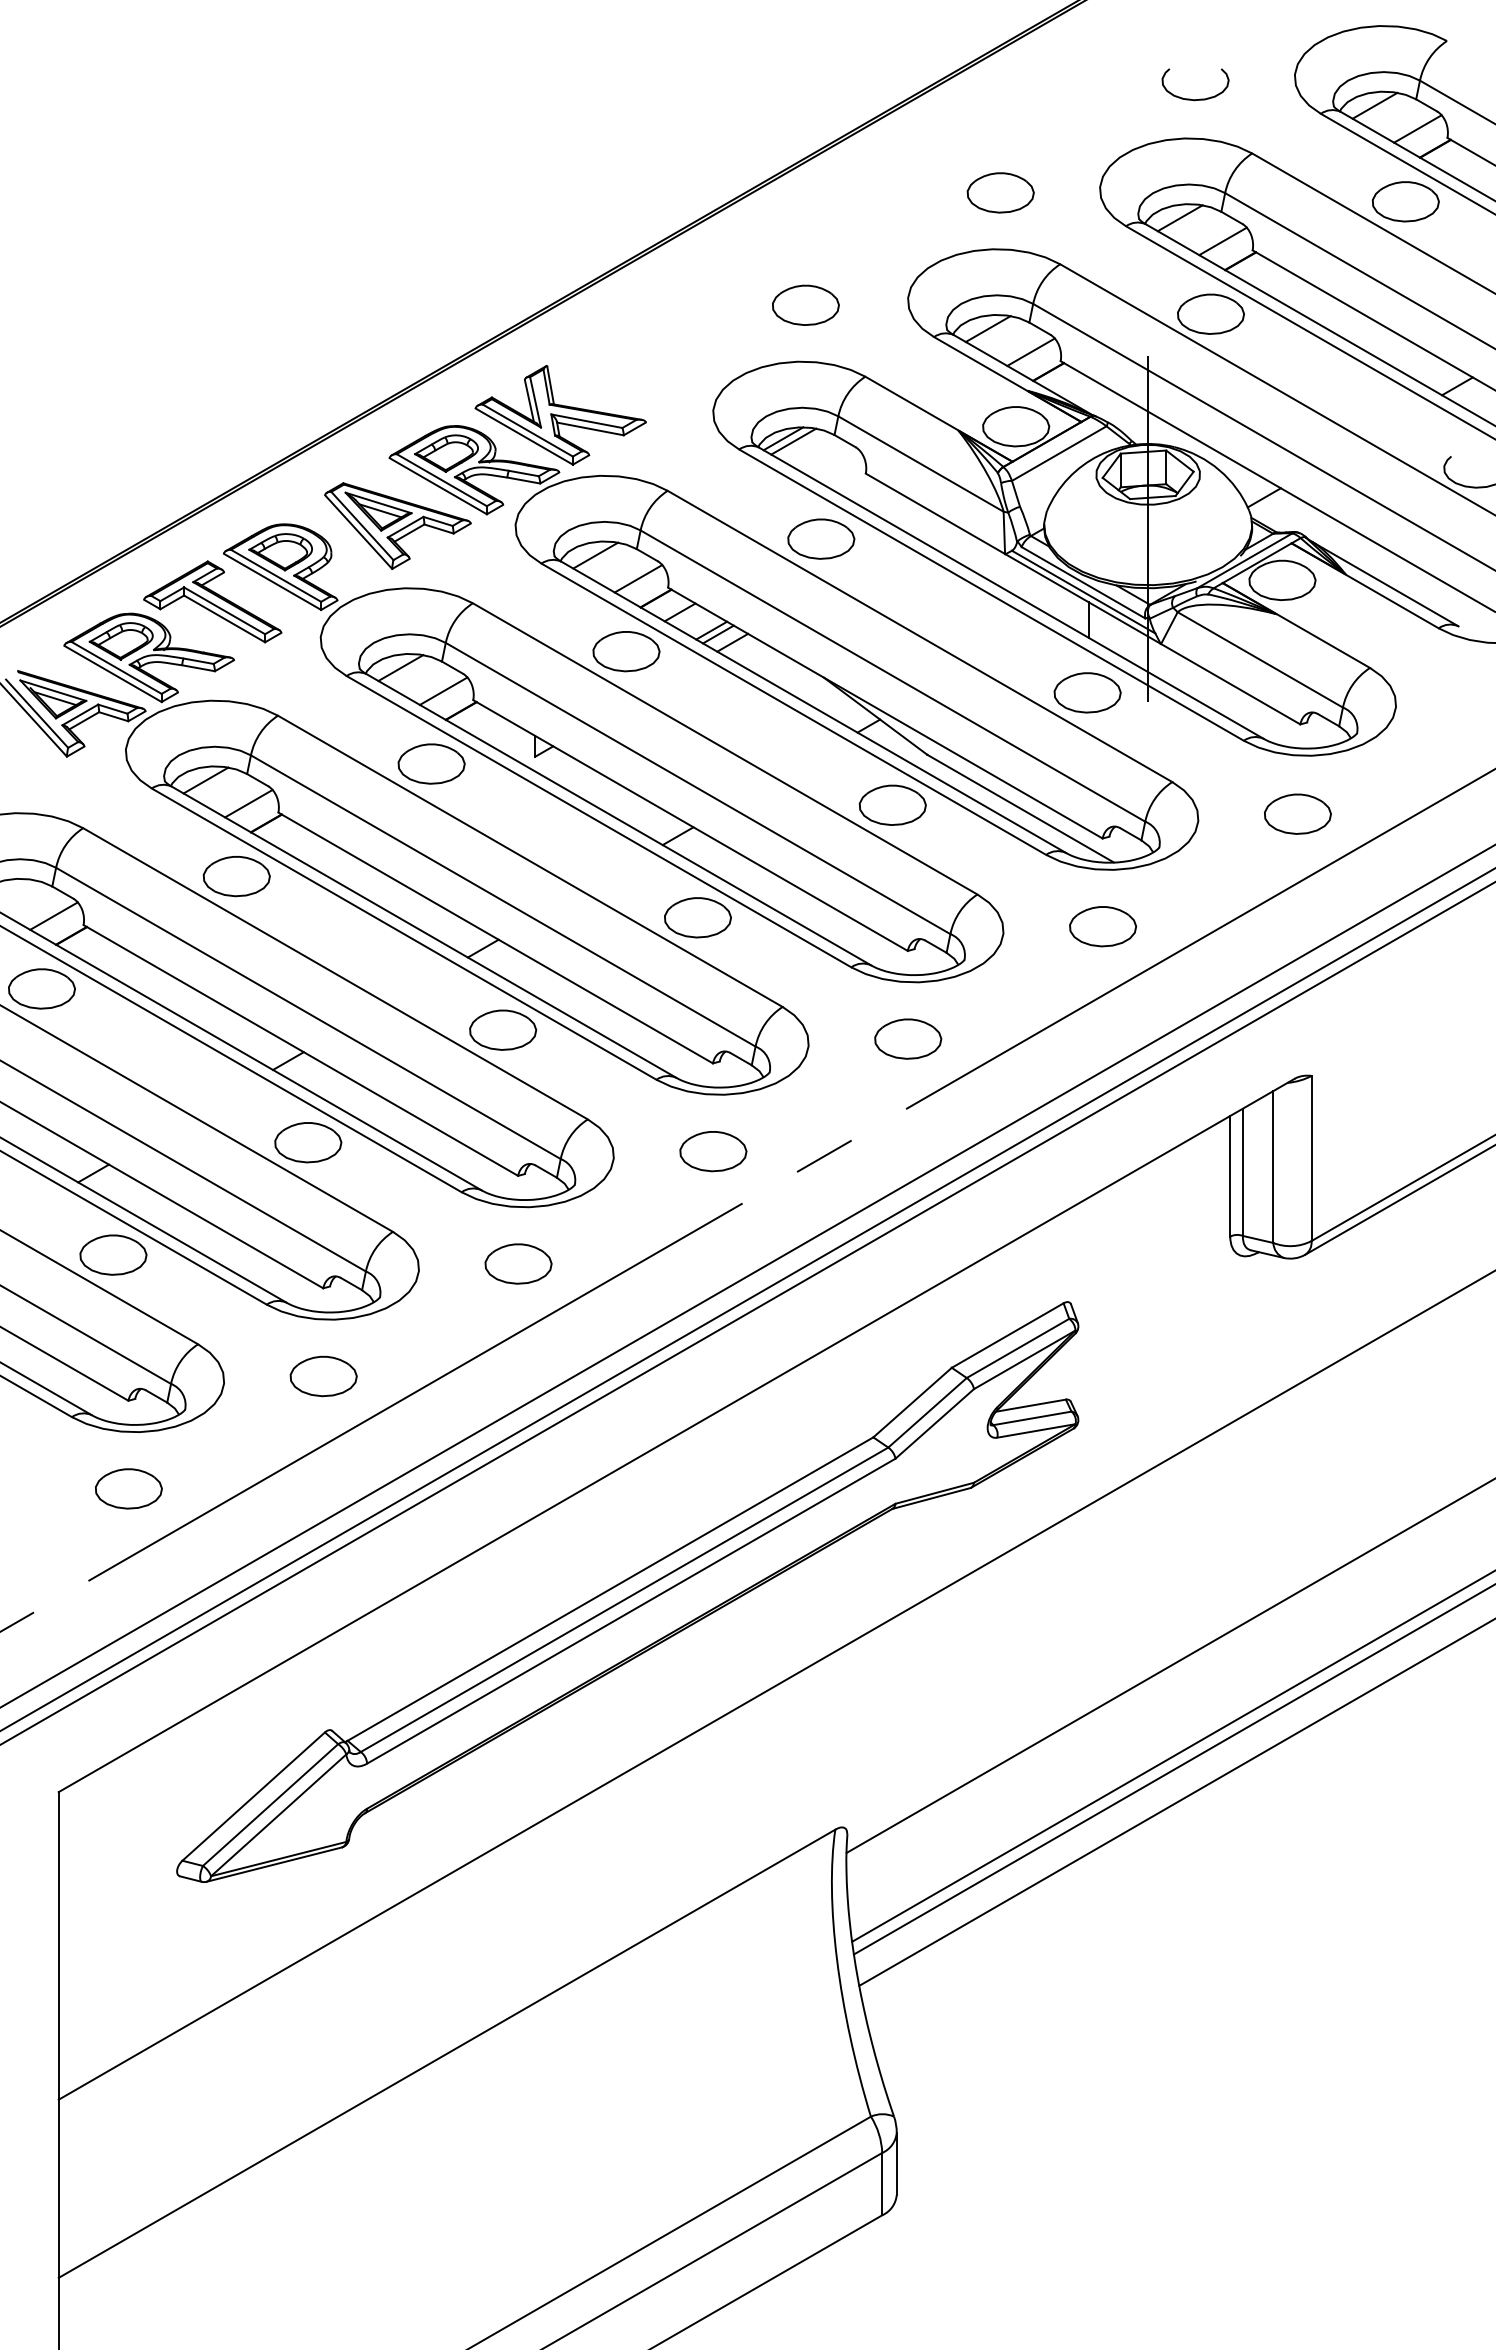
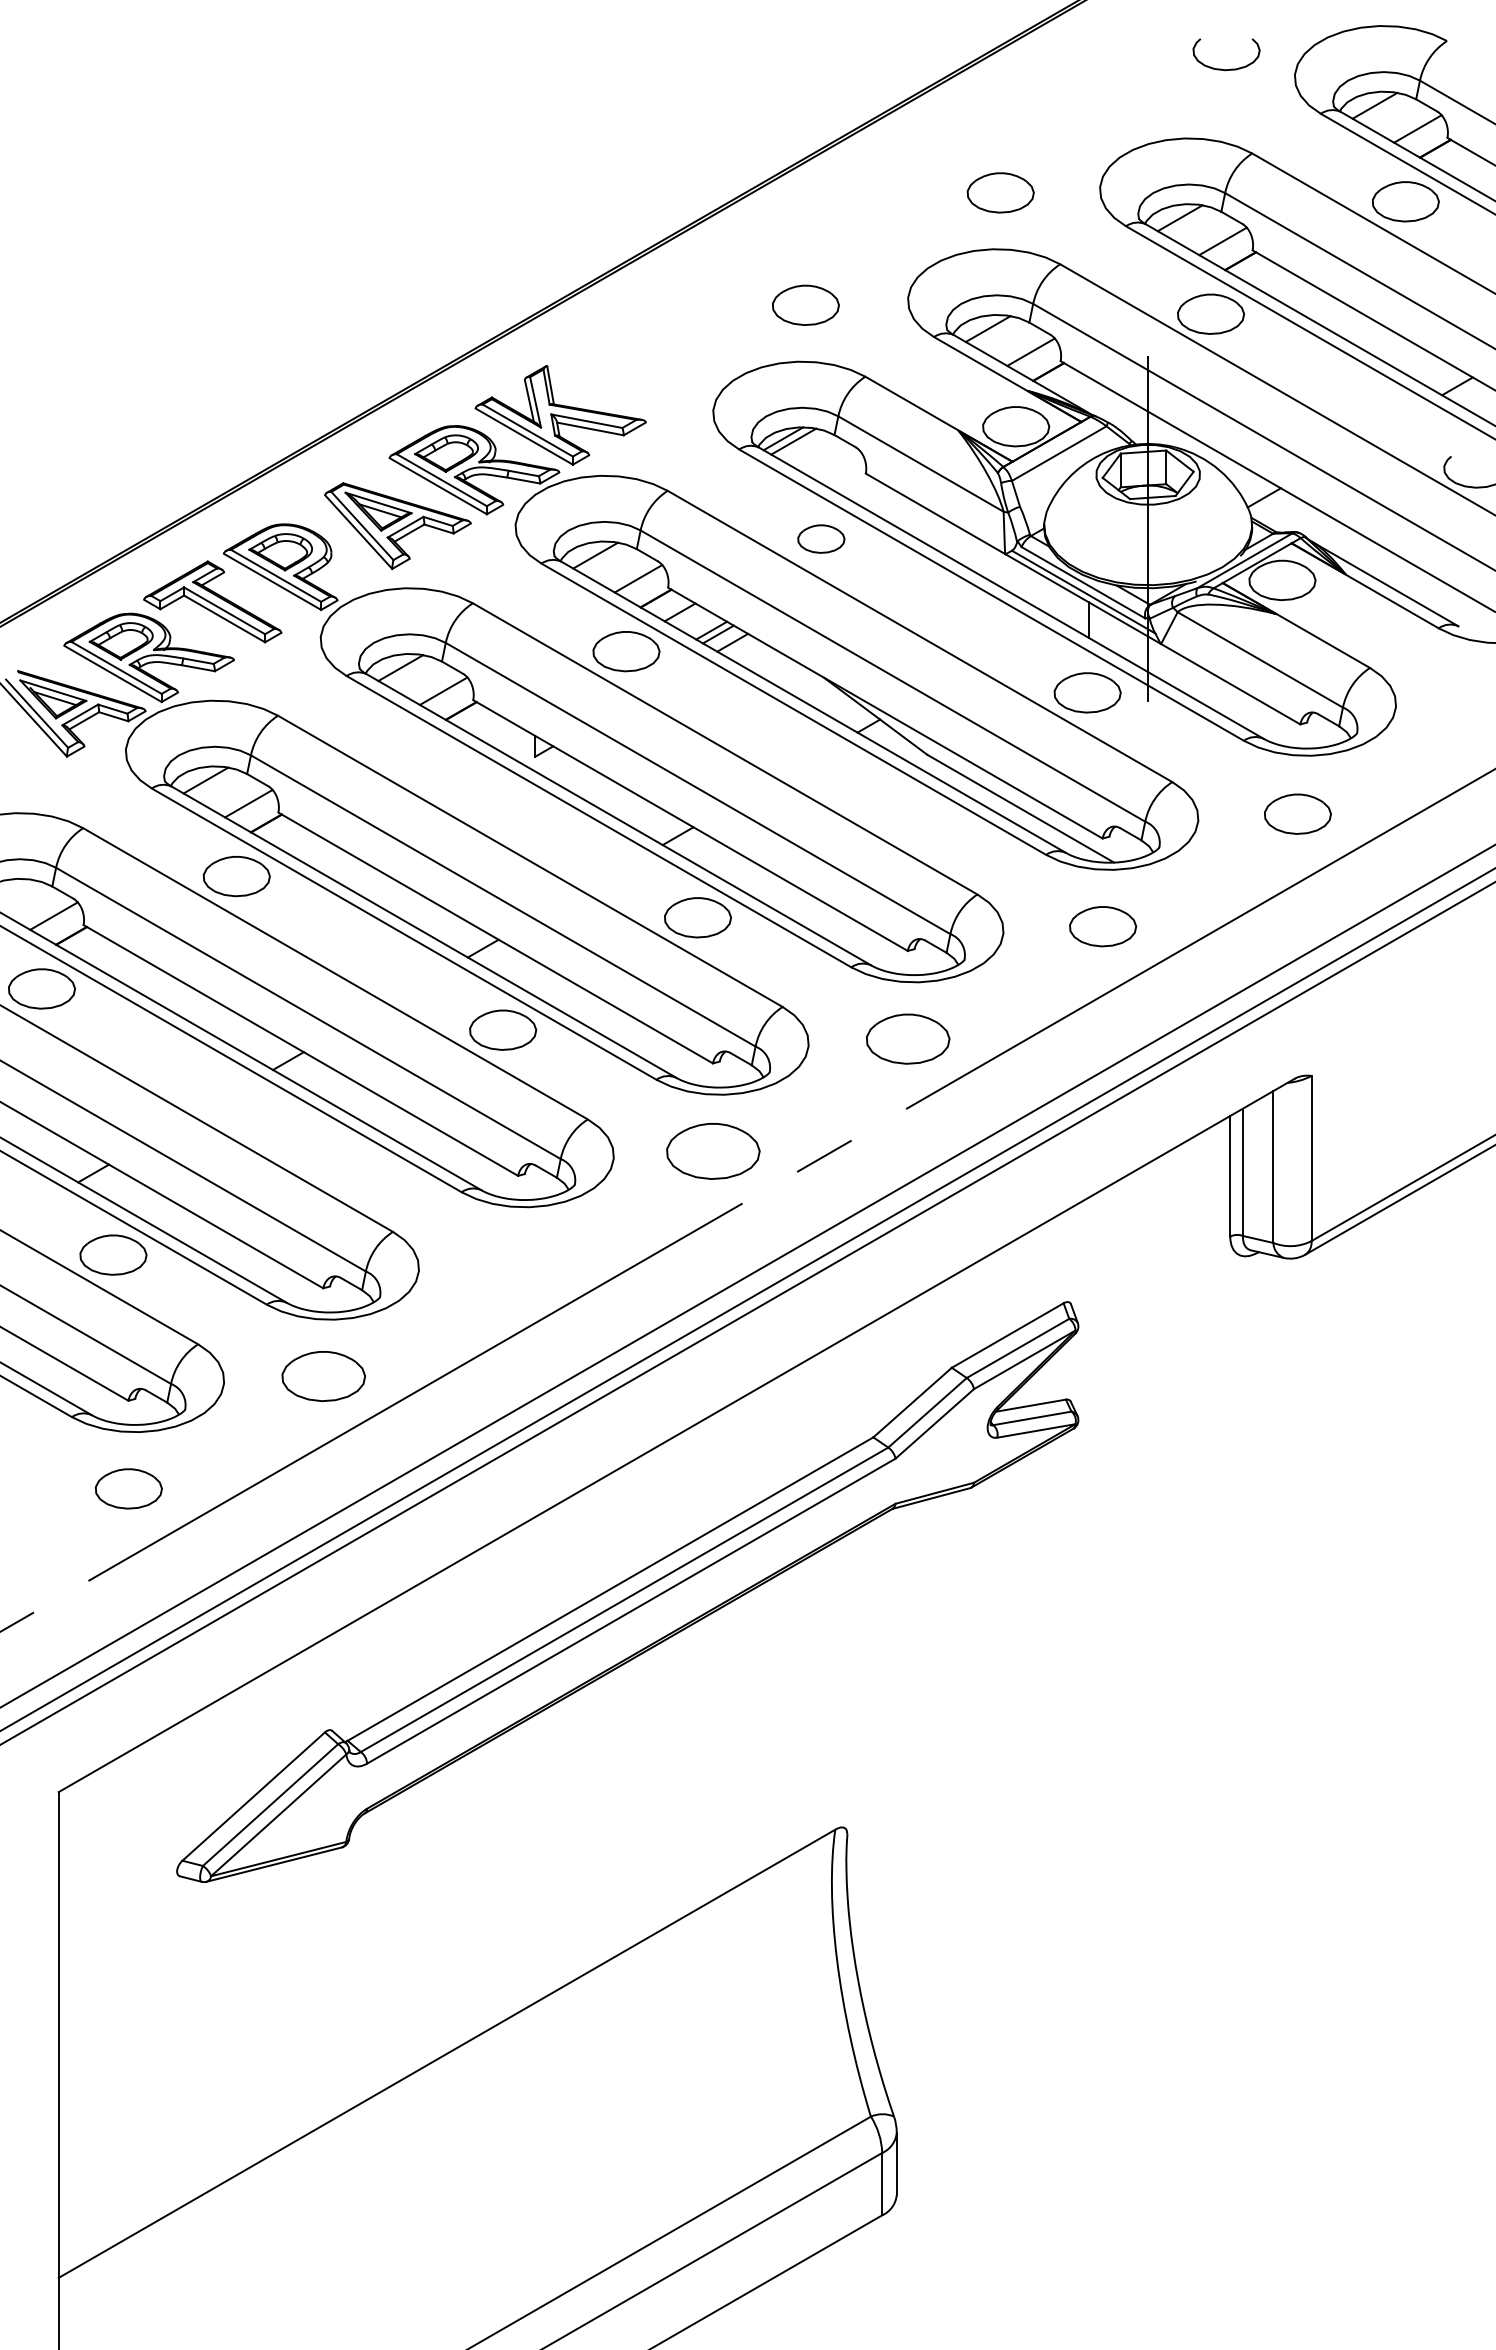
curve at (1199, 98) position: (1199, 98) -> (1230, 68)
part at (821, 538) size: 69x42 px -> 49x30 px
part at (431, 763): present -> none
part at (892, 804): present -> none
part at (908, 1038) size: 69x42 px -> 85x52 px
part at (308, 1142): present -> none
part at (713, 1151) size: 69x42 px -> 95x57 px
part at (518, 1263): present -> none
part at (323, 1376) size: 69x43 px -> 86x51 px
line at (1169, 1665): present -> none
line at (775, 1685): present -> none
line at (1172, 1756): present -> none
line at (1172, 1769): present -> none
line at (1175, 1802): present -> none
